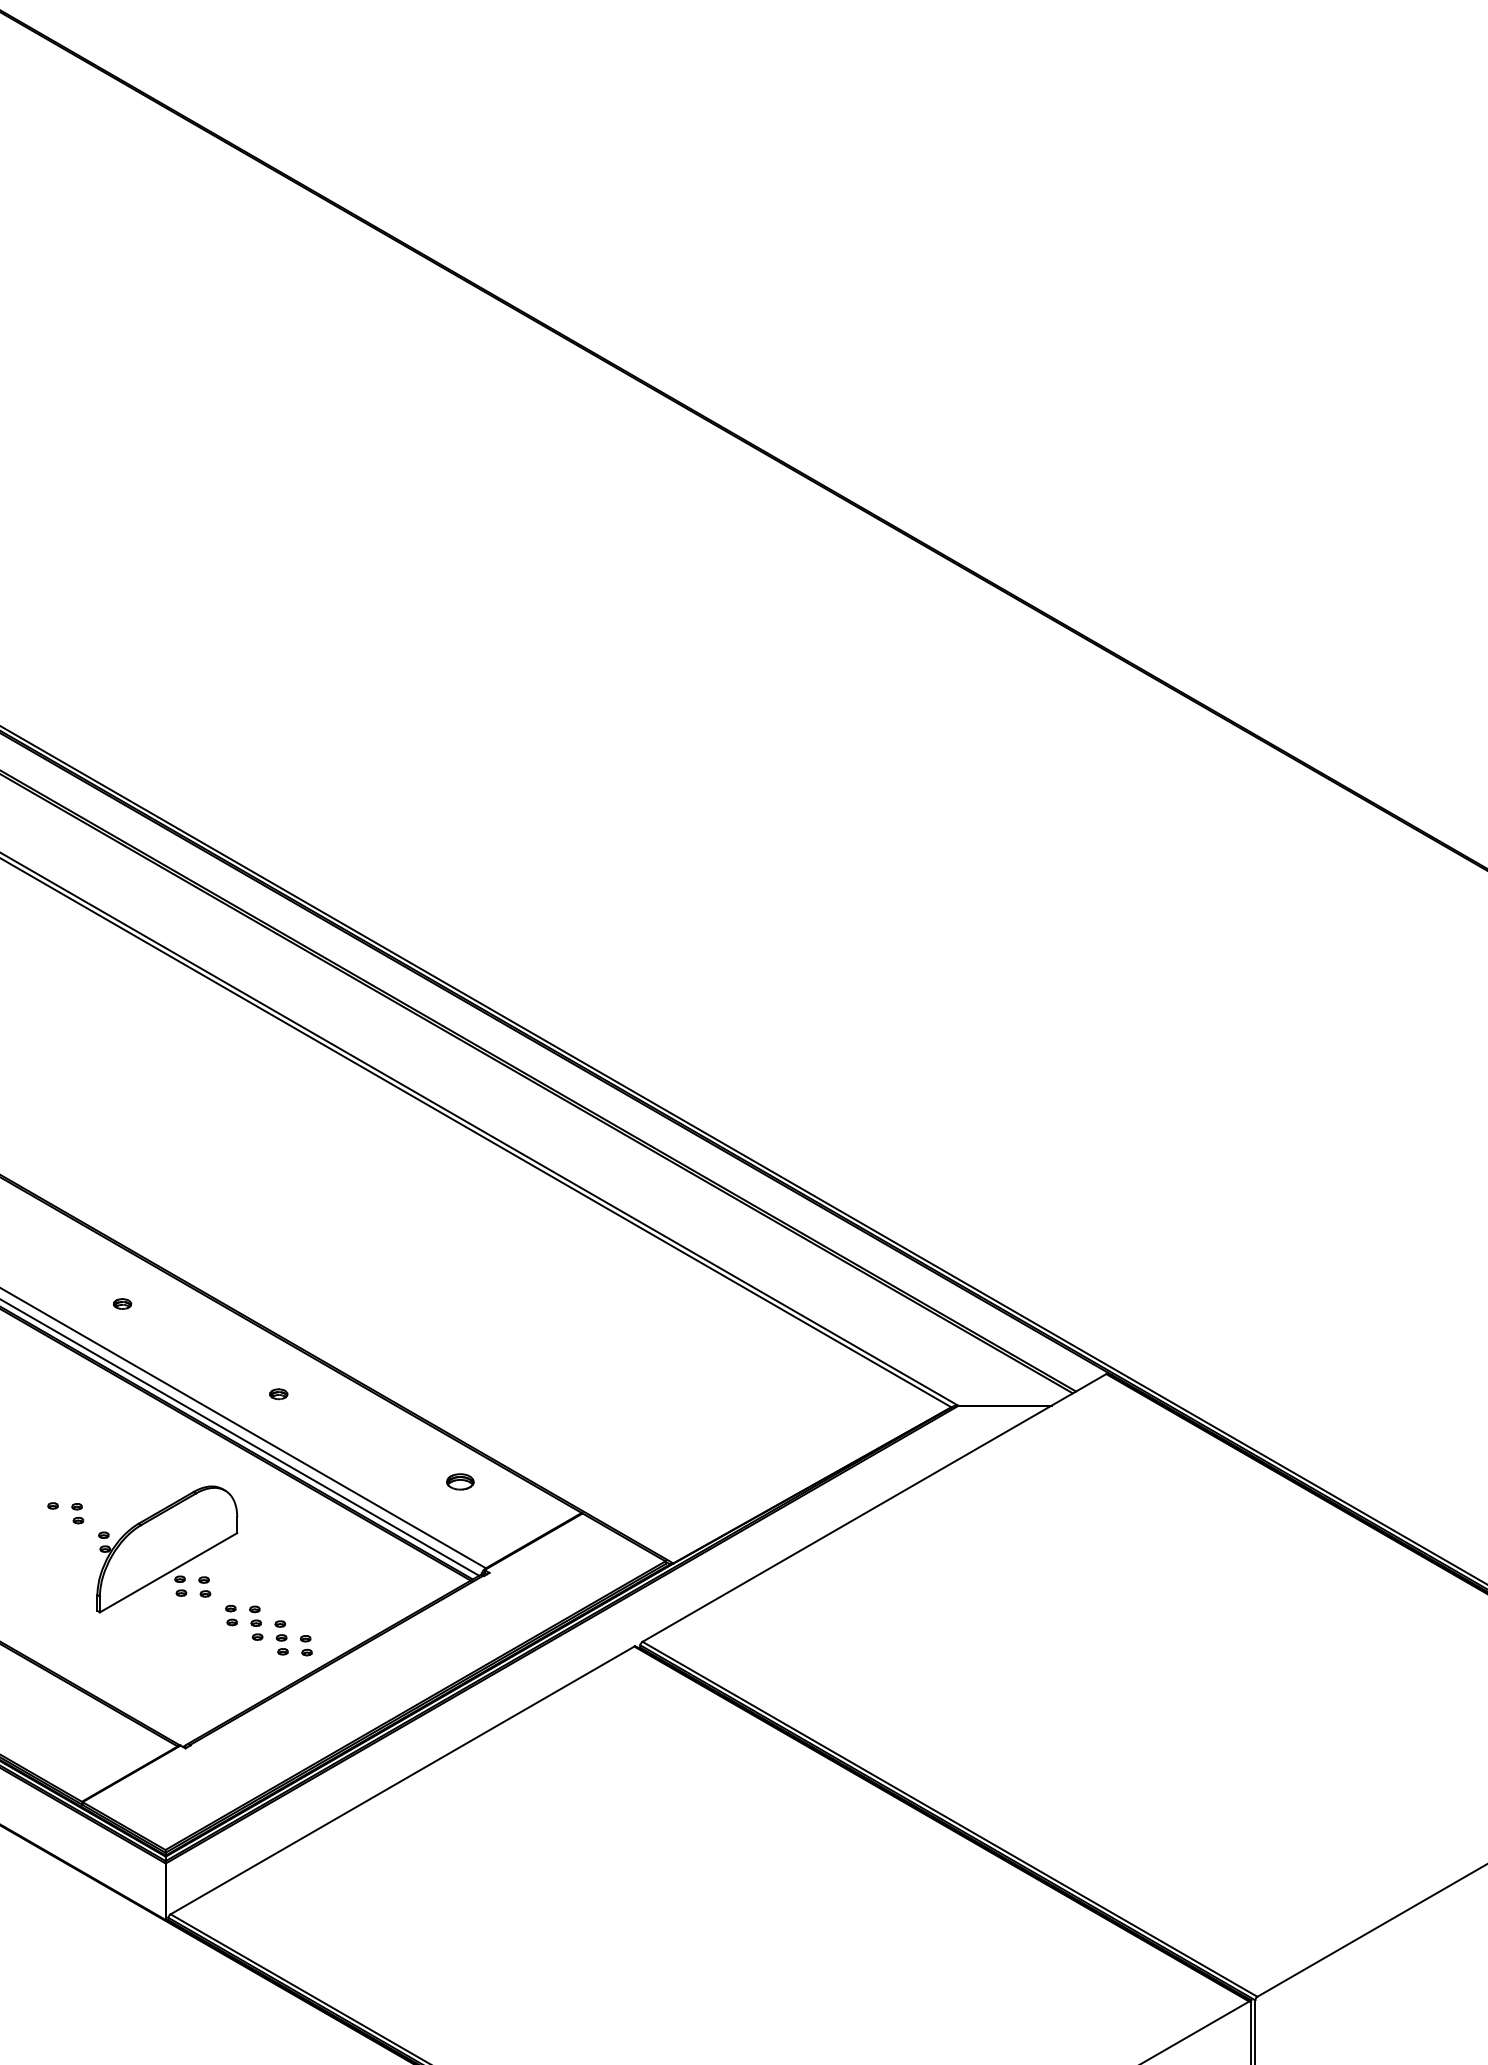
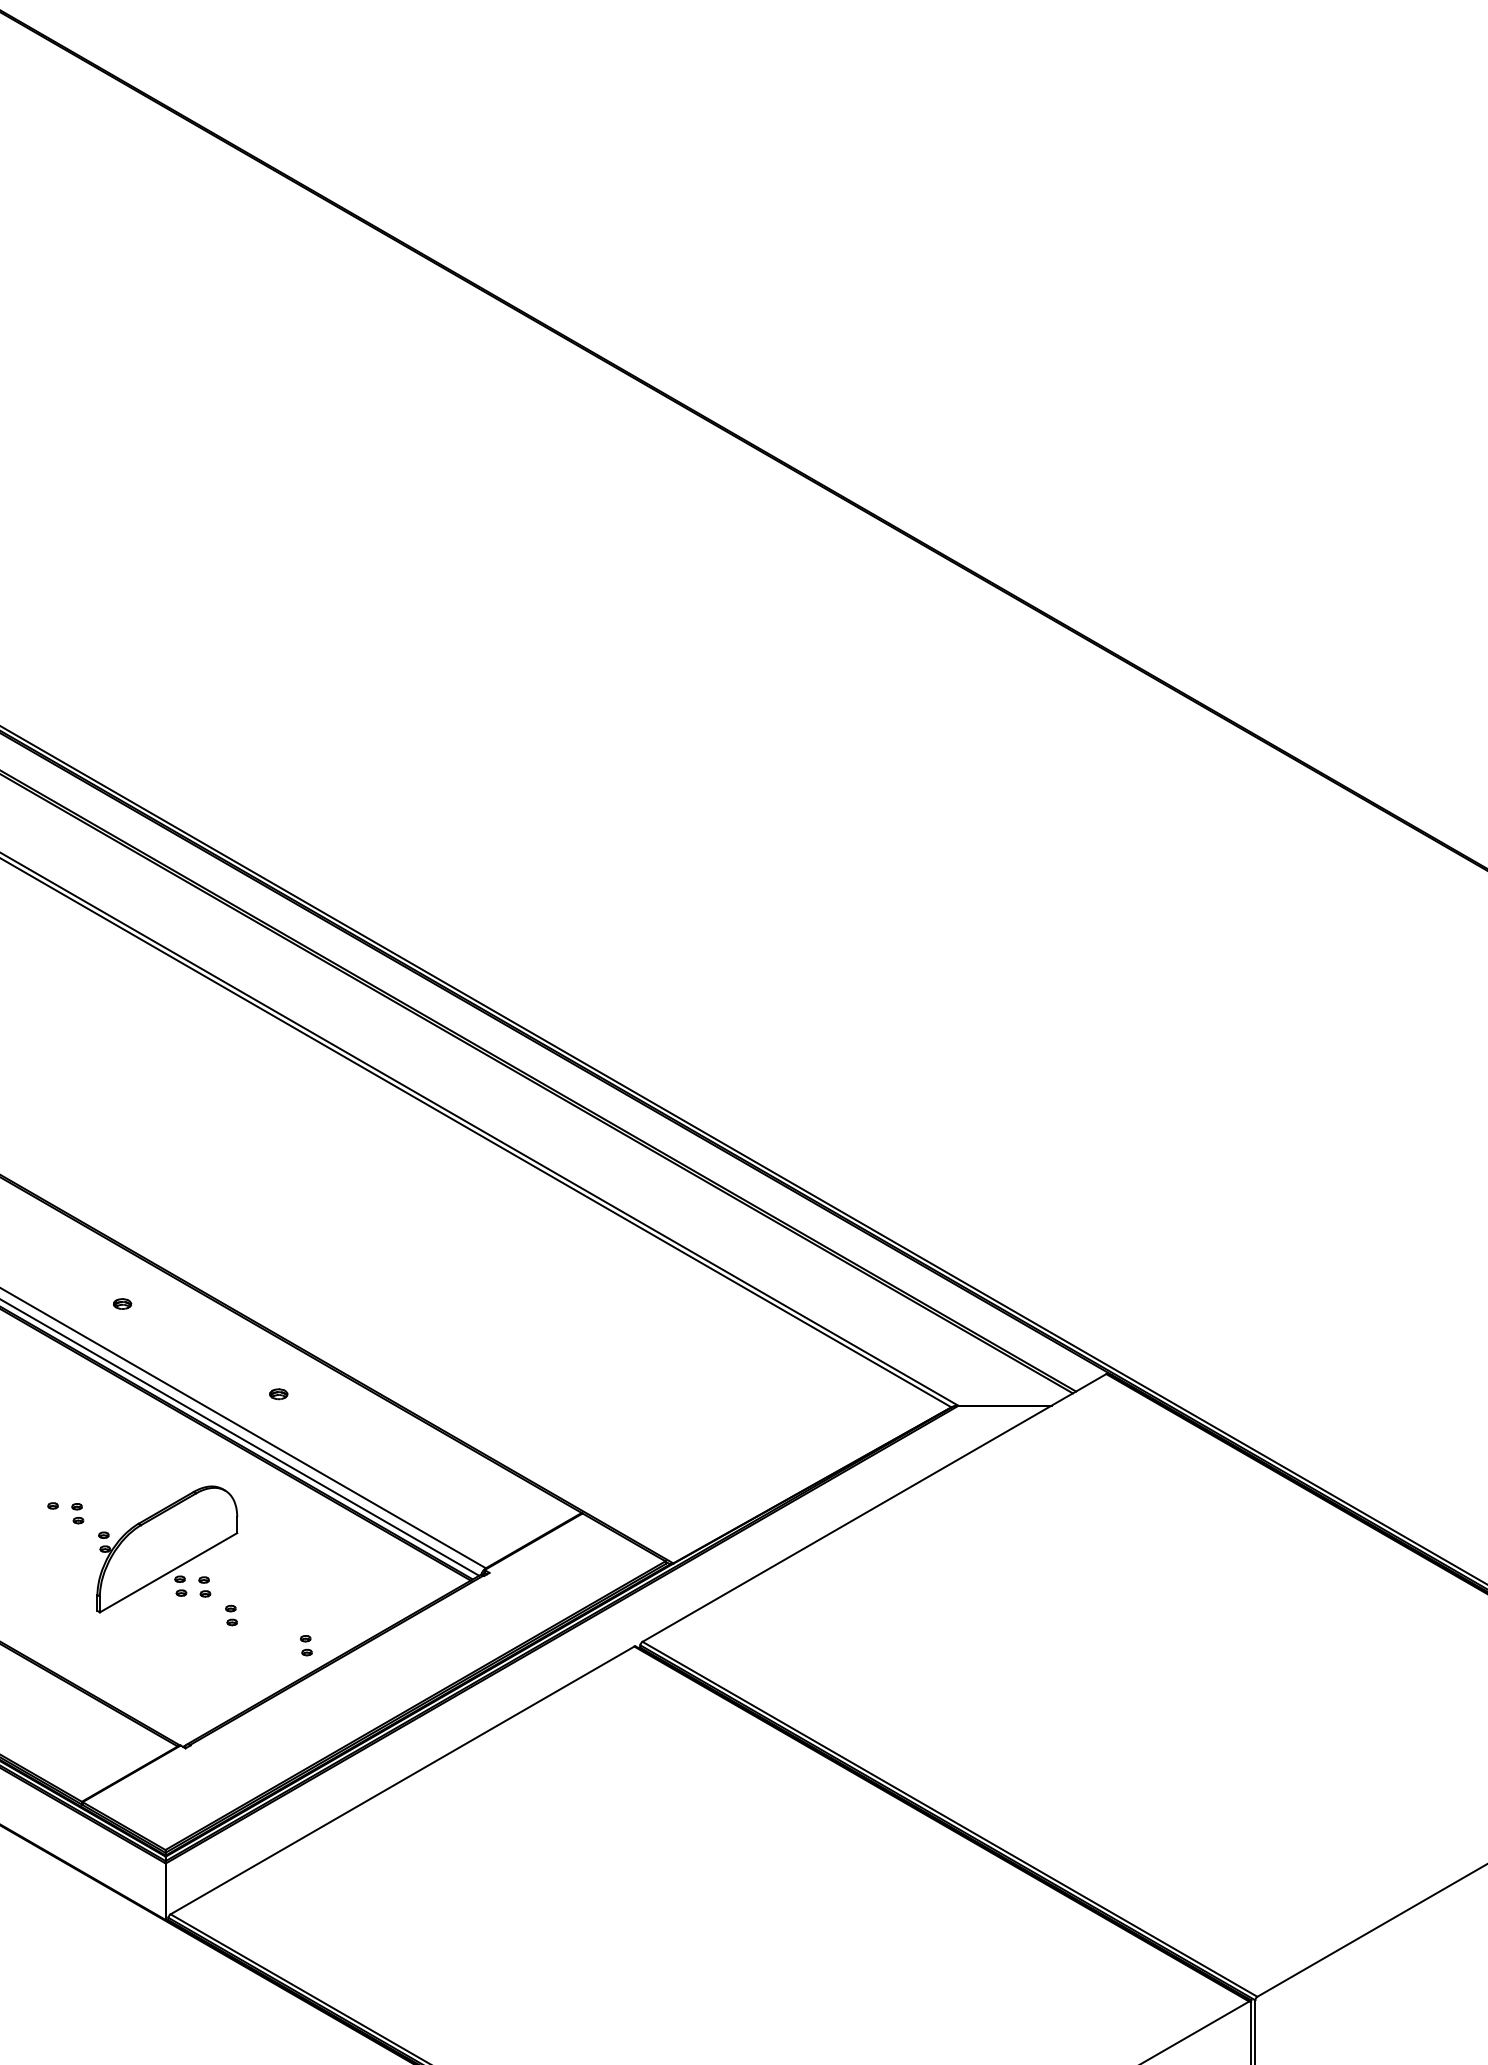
part at (460, 1481): present -> none
part at (256, 1622): present -> none
part at (281, 1637): present -> none
